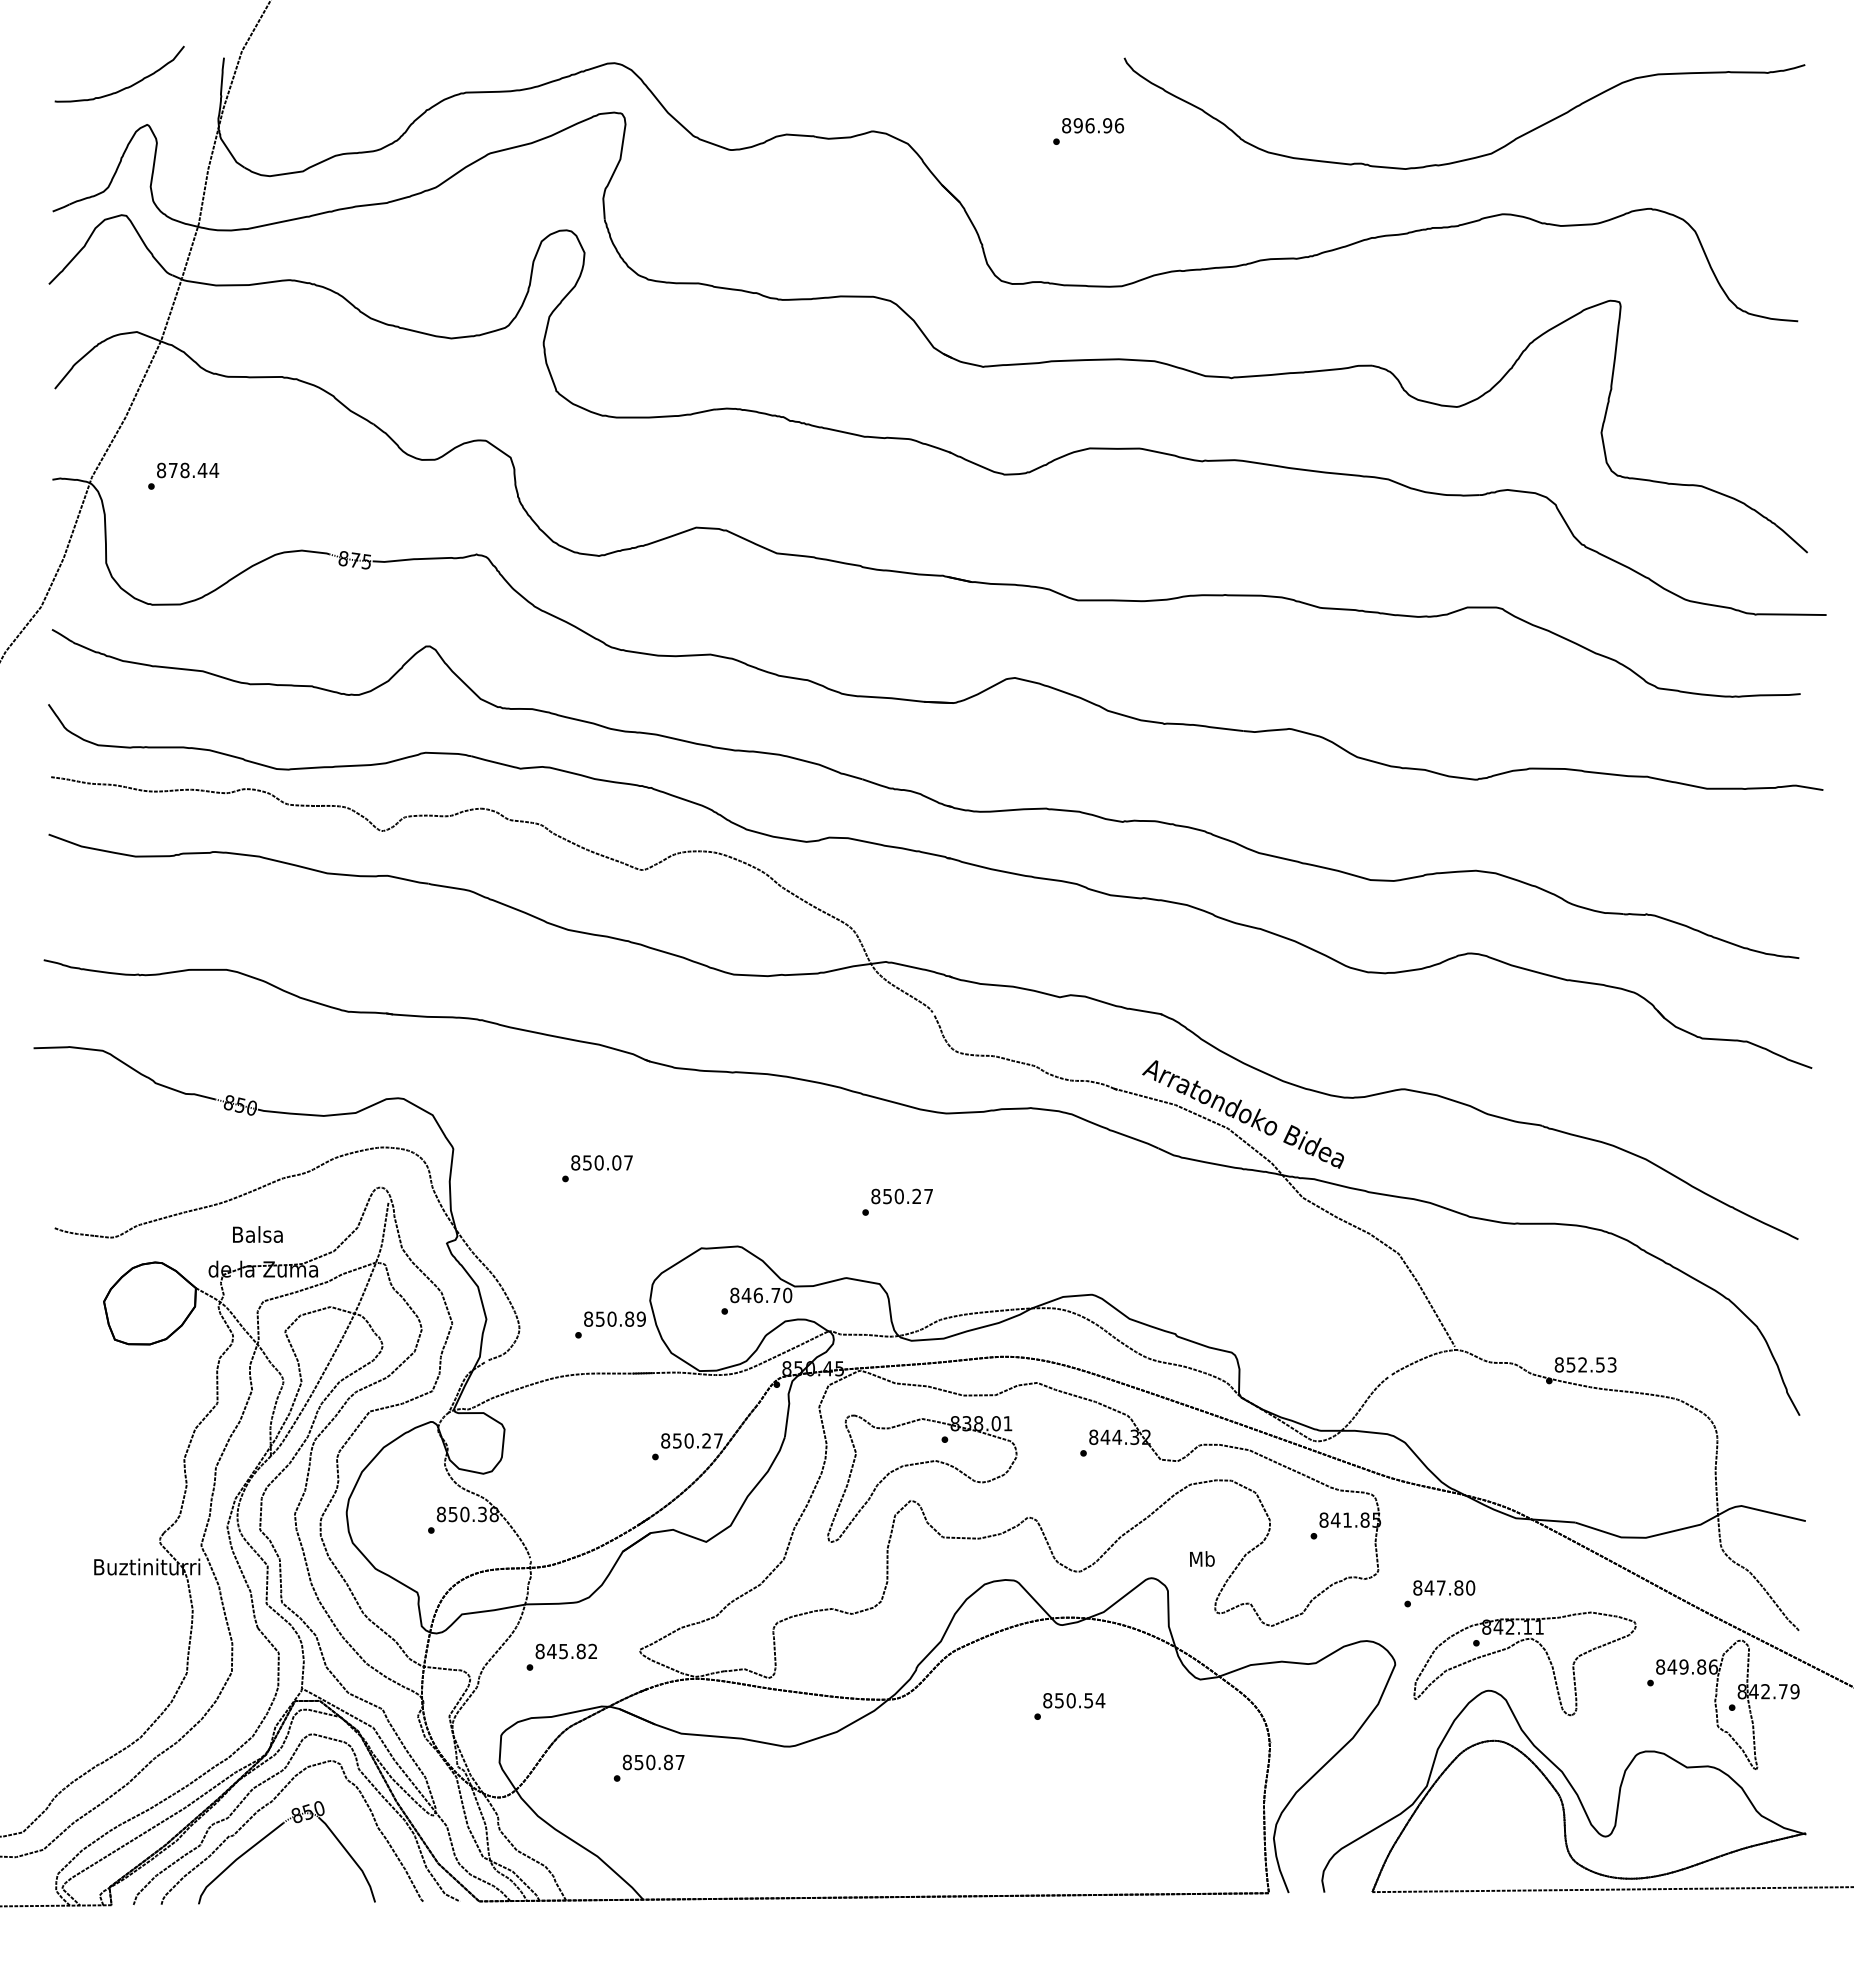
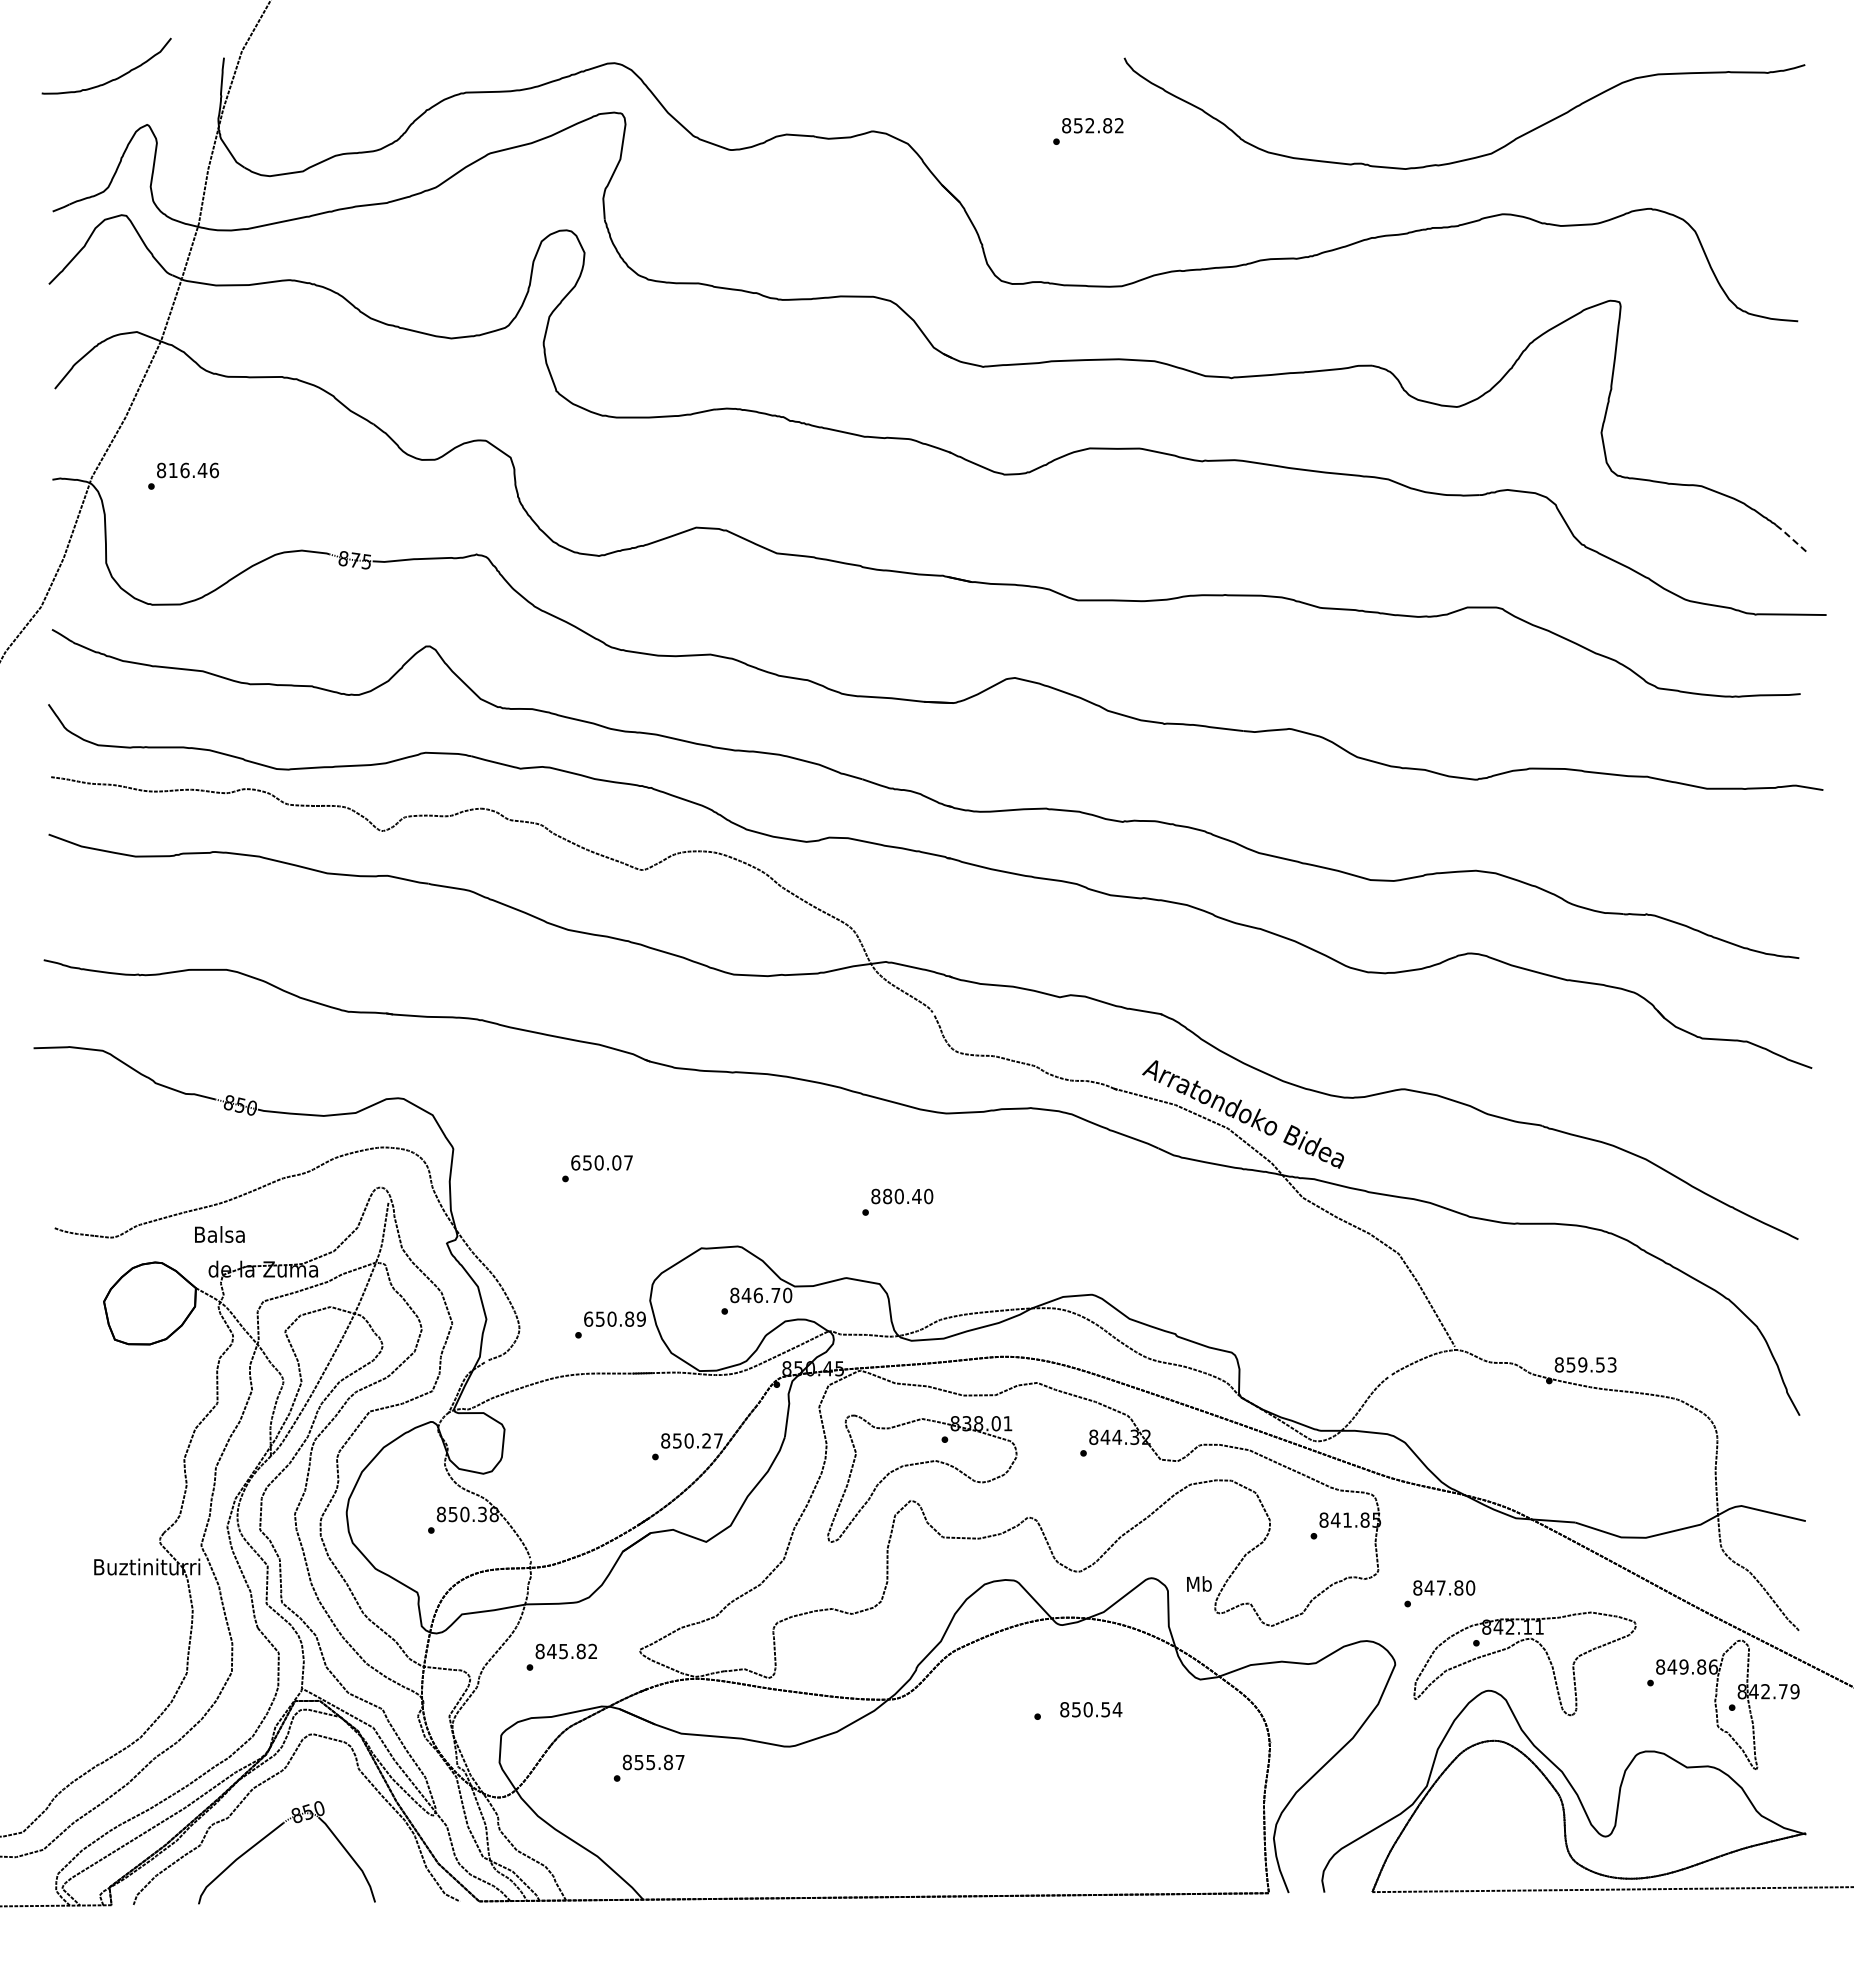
curve at (124, 87) position: (124, 87) -> (111, 79)
text at (1098, 125): 896.96 -> 852.82
text at (194, 470): 878.44 -> 816.46
line at (1791, 538): solid -> dashed
text at (575, 1162): 850.07 -> 650.07
text at (908, 1196): 850.27 -> 880.40
text at (257, 1234) position: (257, 1234) -> (219, 1234)
text at (588, 1318): 850.89 -> 650.89
text at (1582, 1364): 852.53 -> 859.53
text at (1202, 1558) position: (1202, 1558) -> (1199, 1583)
text at (1074, 1700) position: (1074, 1700) -> (1091, 1709)
text at (650, 1762): 850.87 -> 855.87
curve at (272, 1802): present -> none
